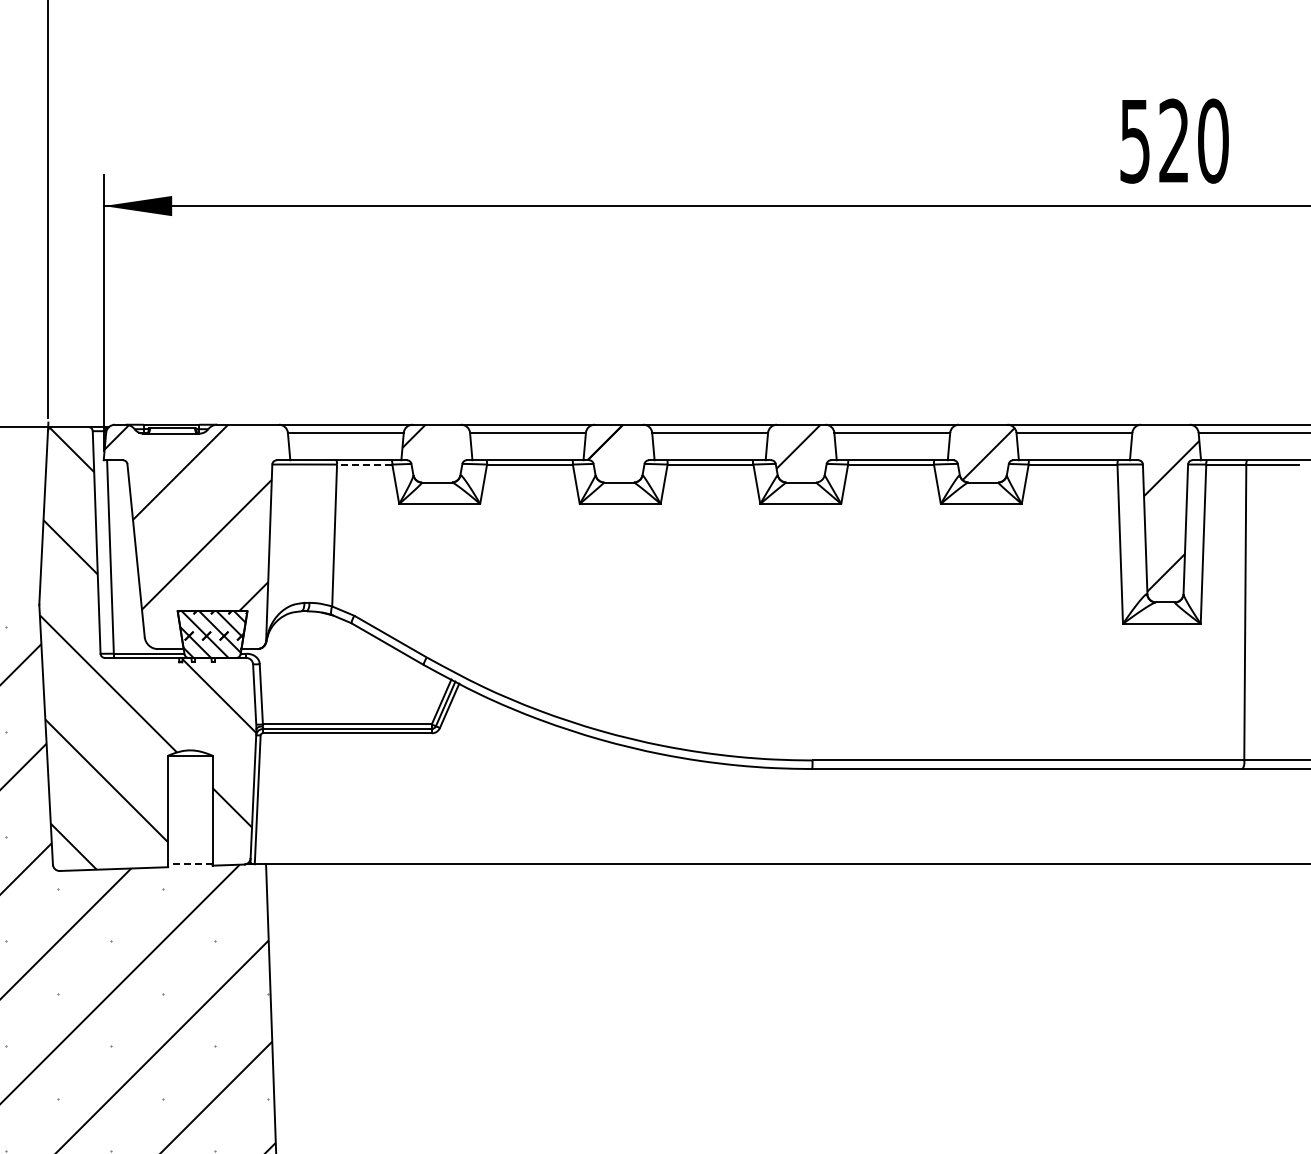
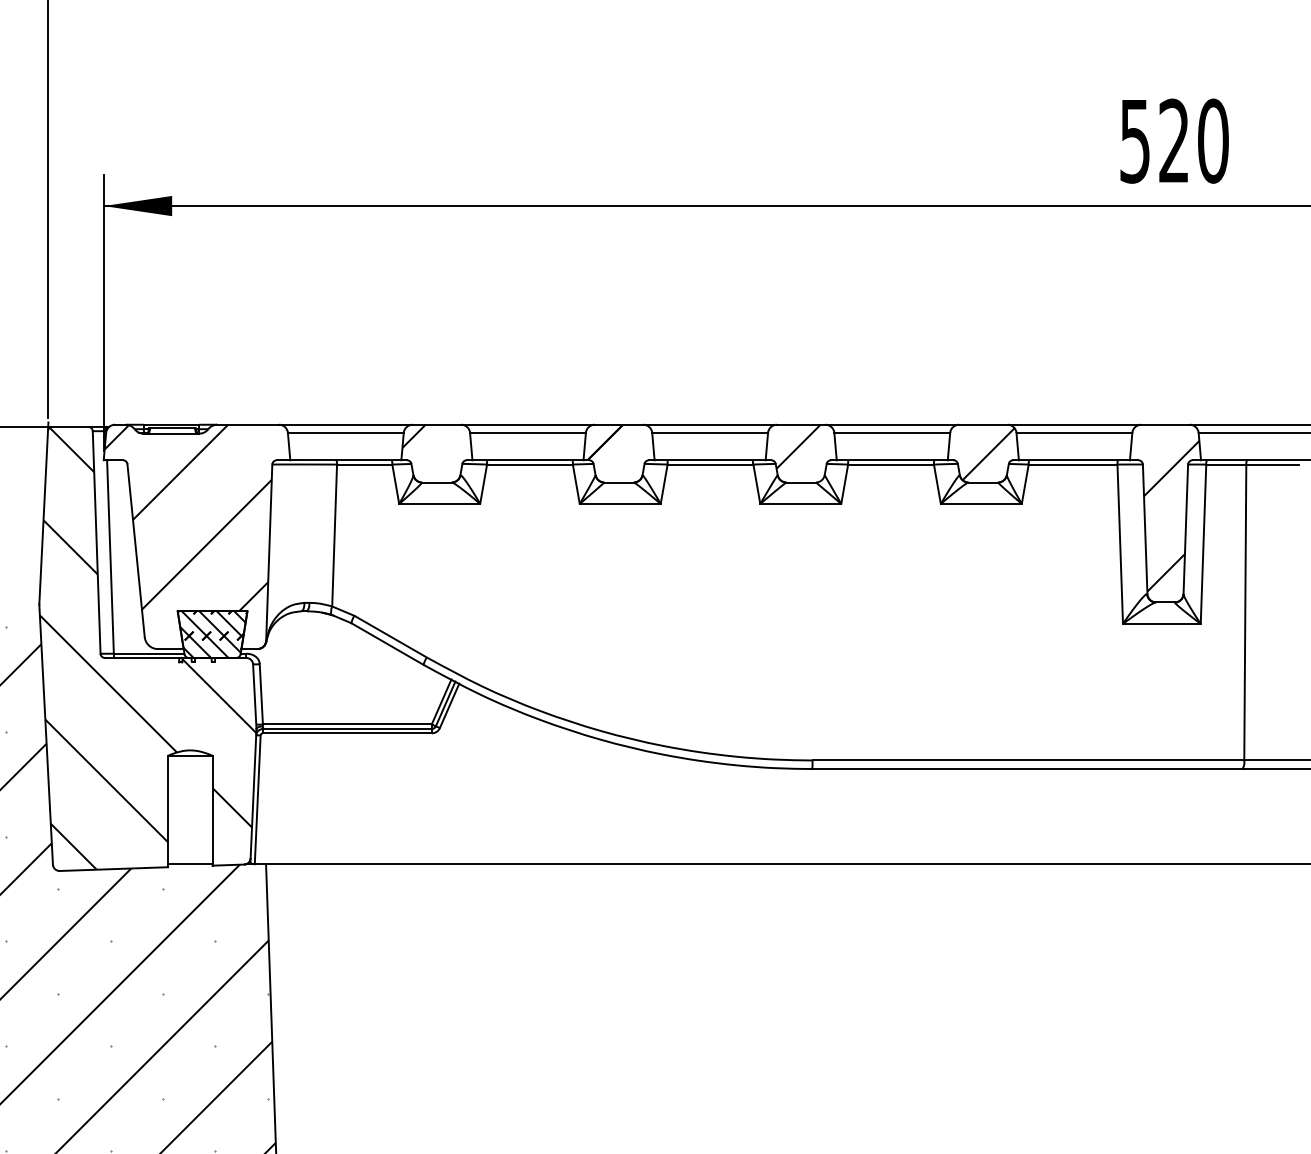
line at (364, 464): dashed -> solid
line at (189, 864): dashed -> solid
